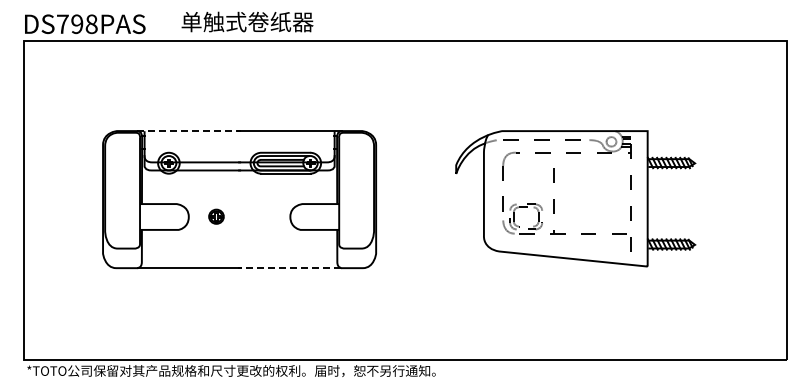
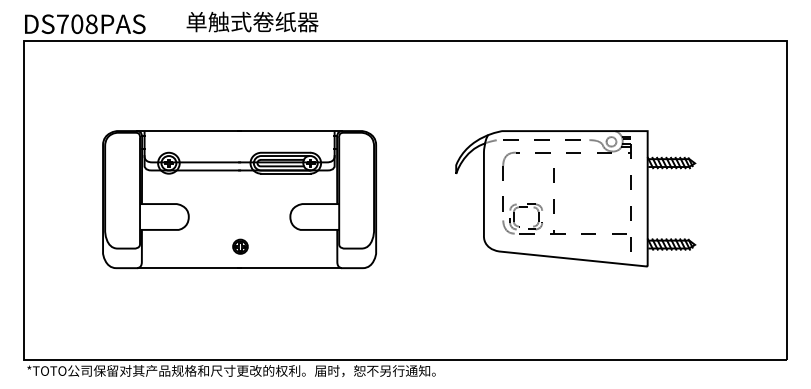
text at (247, 21) position: (247, 21) -> (252, 21)
text at (77, 23): DS798PAS -> DS708PAS
line at (188, 130): dashed -> solid
part at (216, 216) position: (216, 216) -> (240, 246)
line at (288, 268): dashed -> solid
